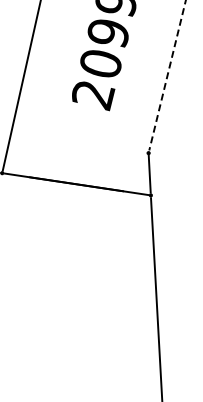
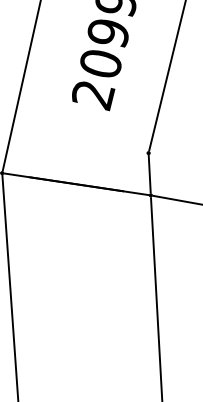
line at (167, 75): dashed -> solid
line at (176, 199): none -> present
line at (10, 286): none -> present
